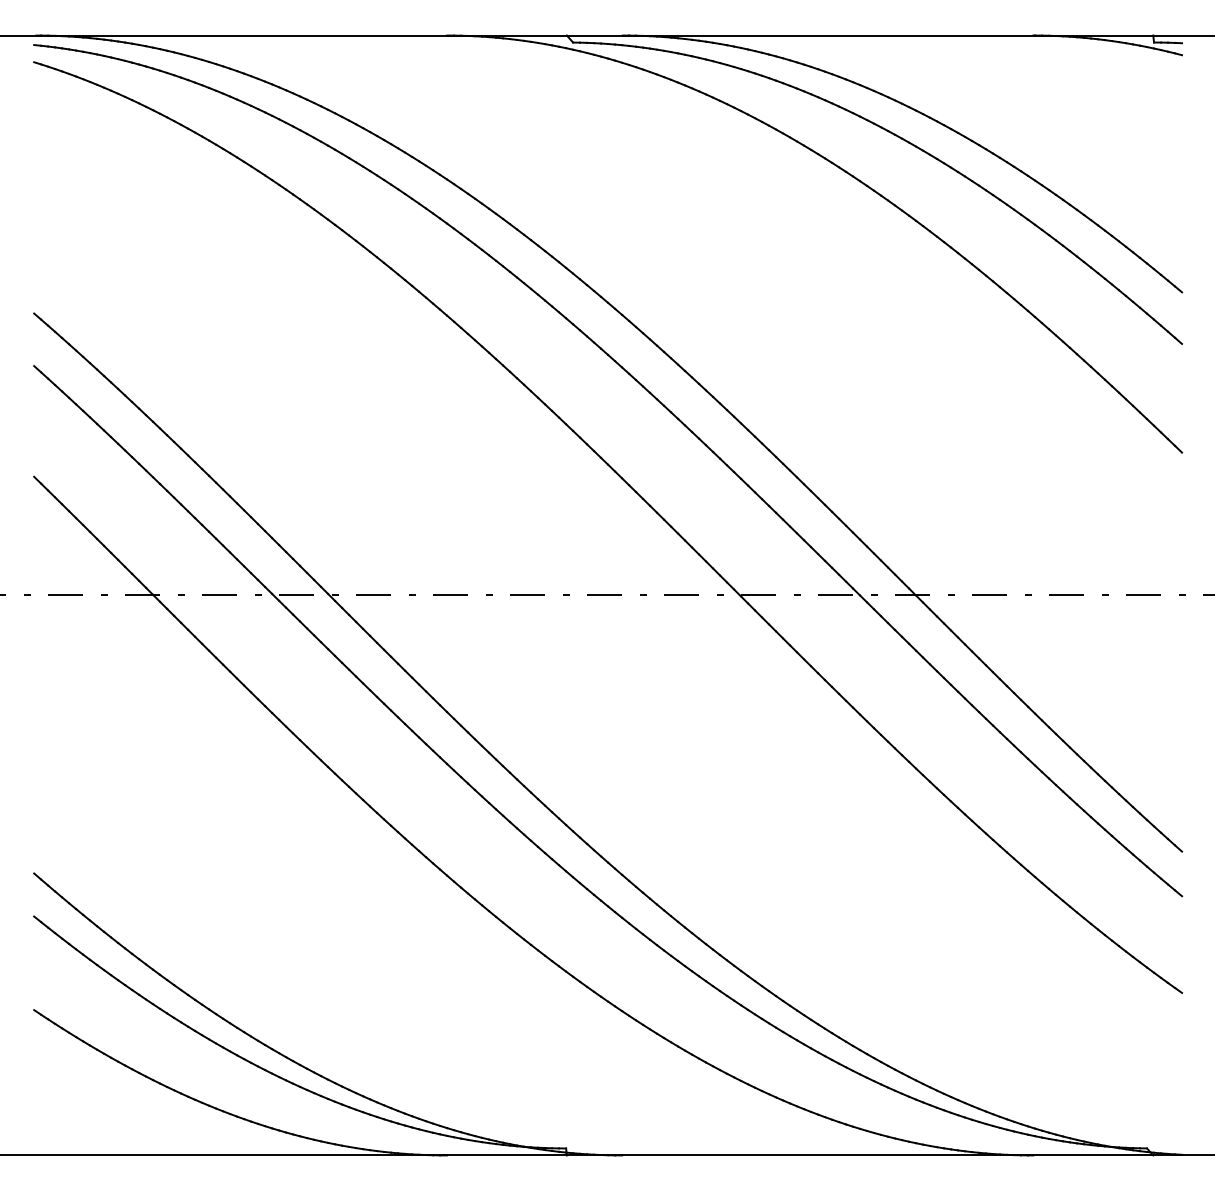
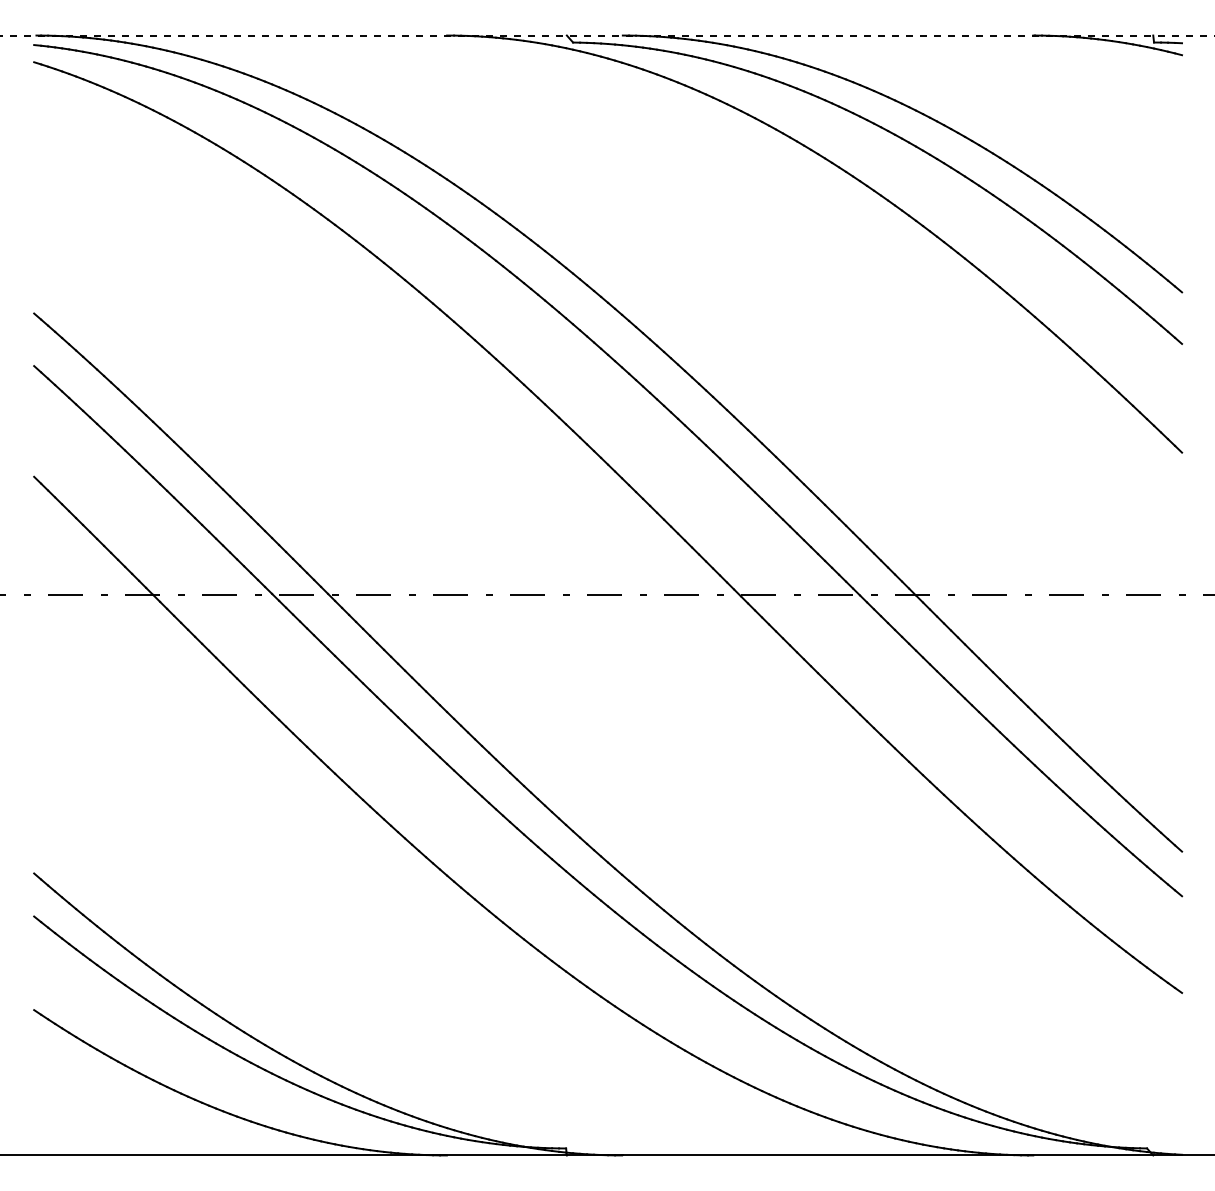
line at (607, 35): solid -> dashed
